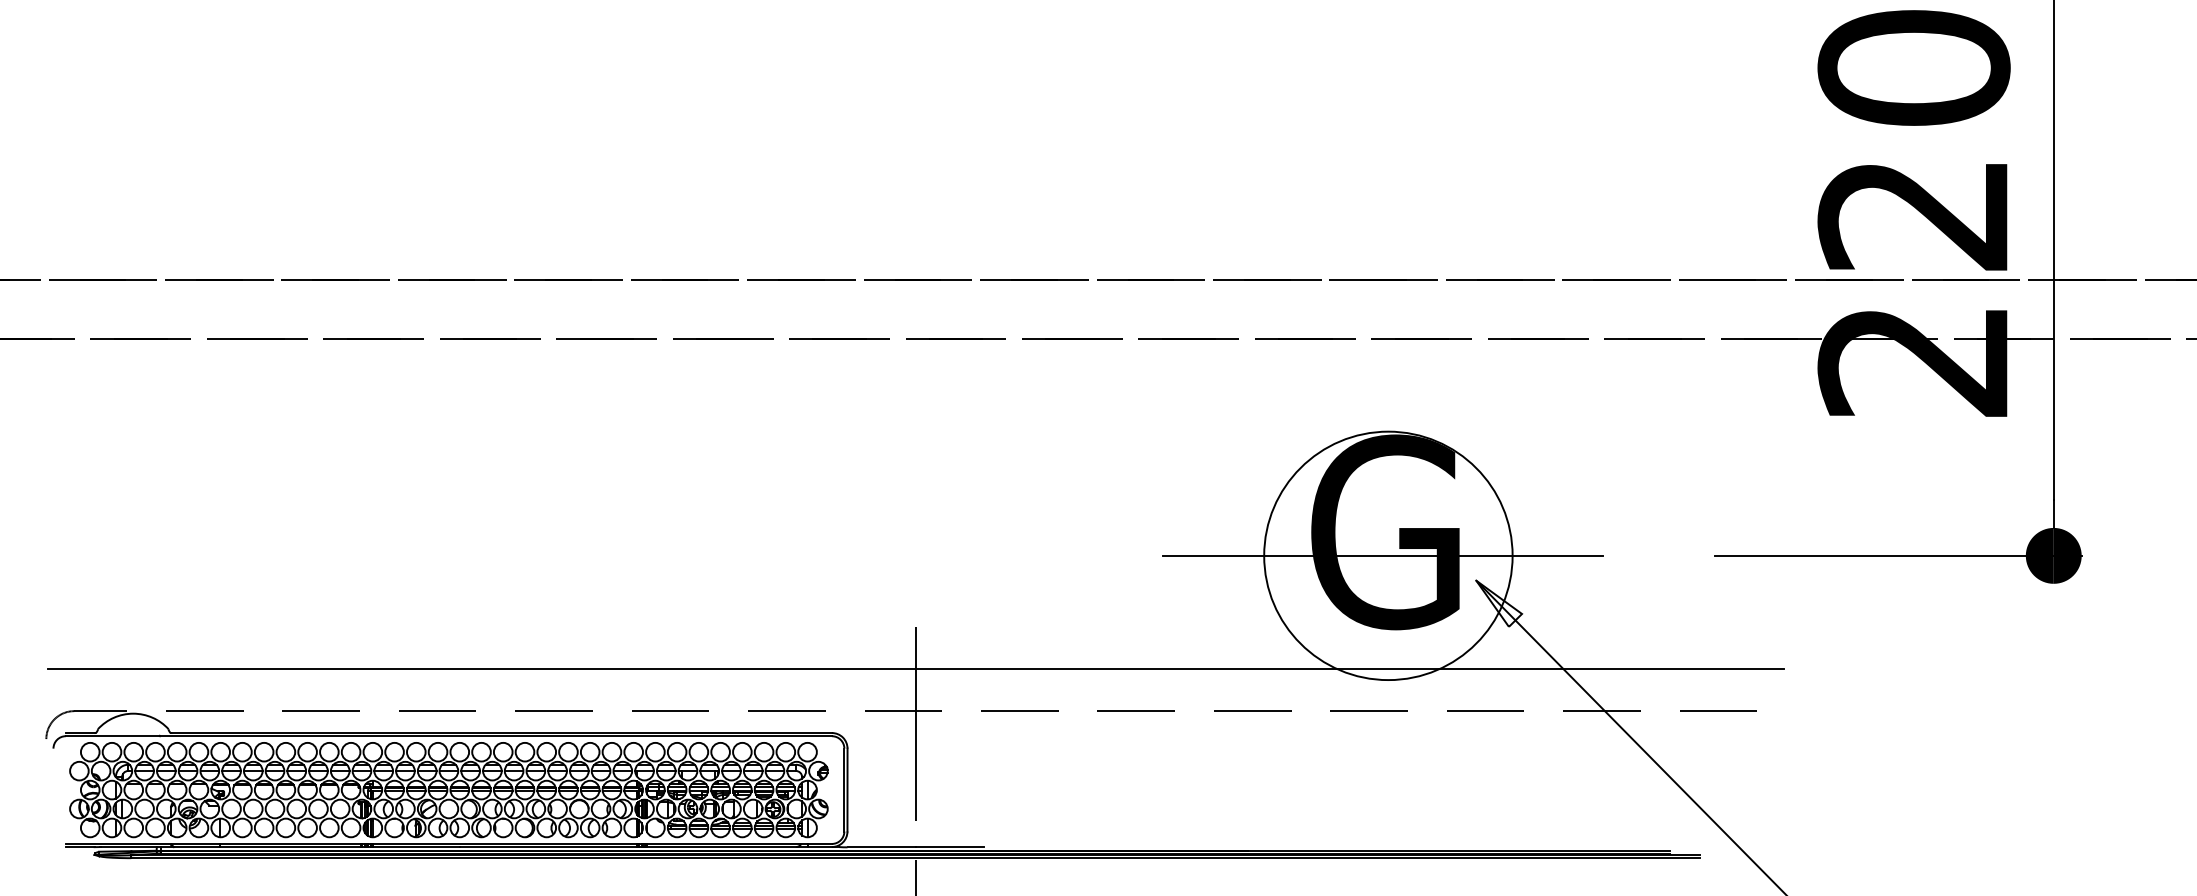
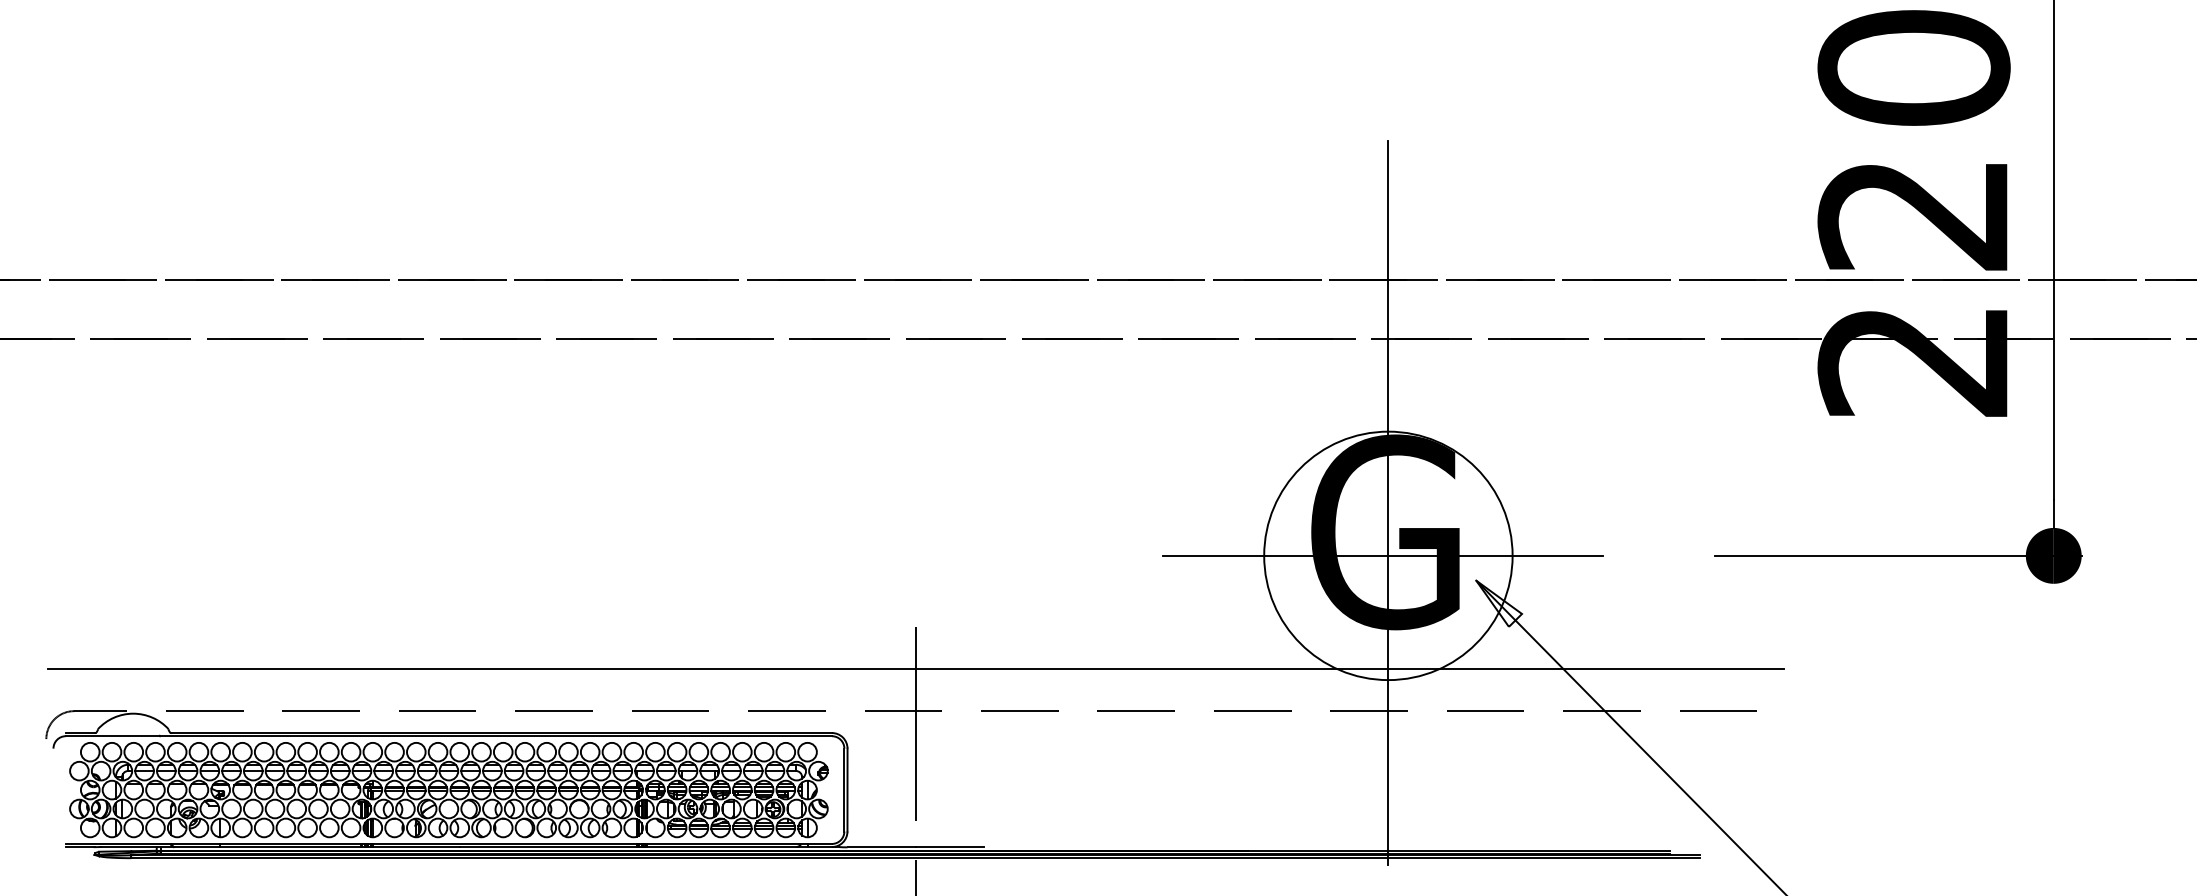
line at (1388, 502): none -> present
